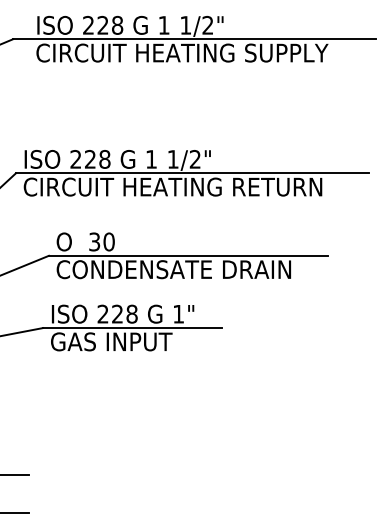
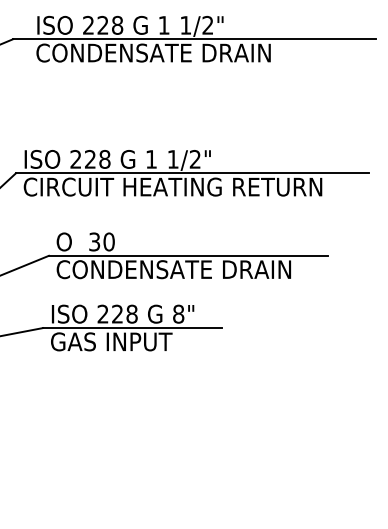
text at (190, 52): CIRCUIT HEATING SUPPLY -> CONDENSATE DRAIN
text at (178, 313): 1" -> 8"
line at (15, 475): present -> none
line at (15, 513): present -> none
